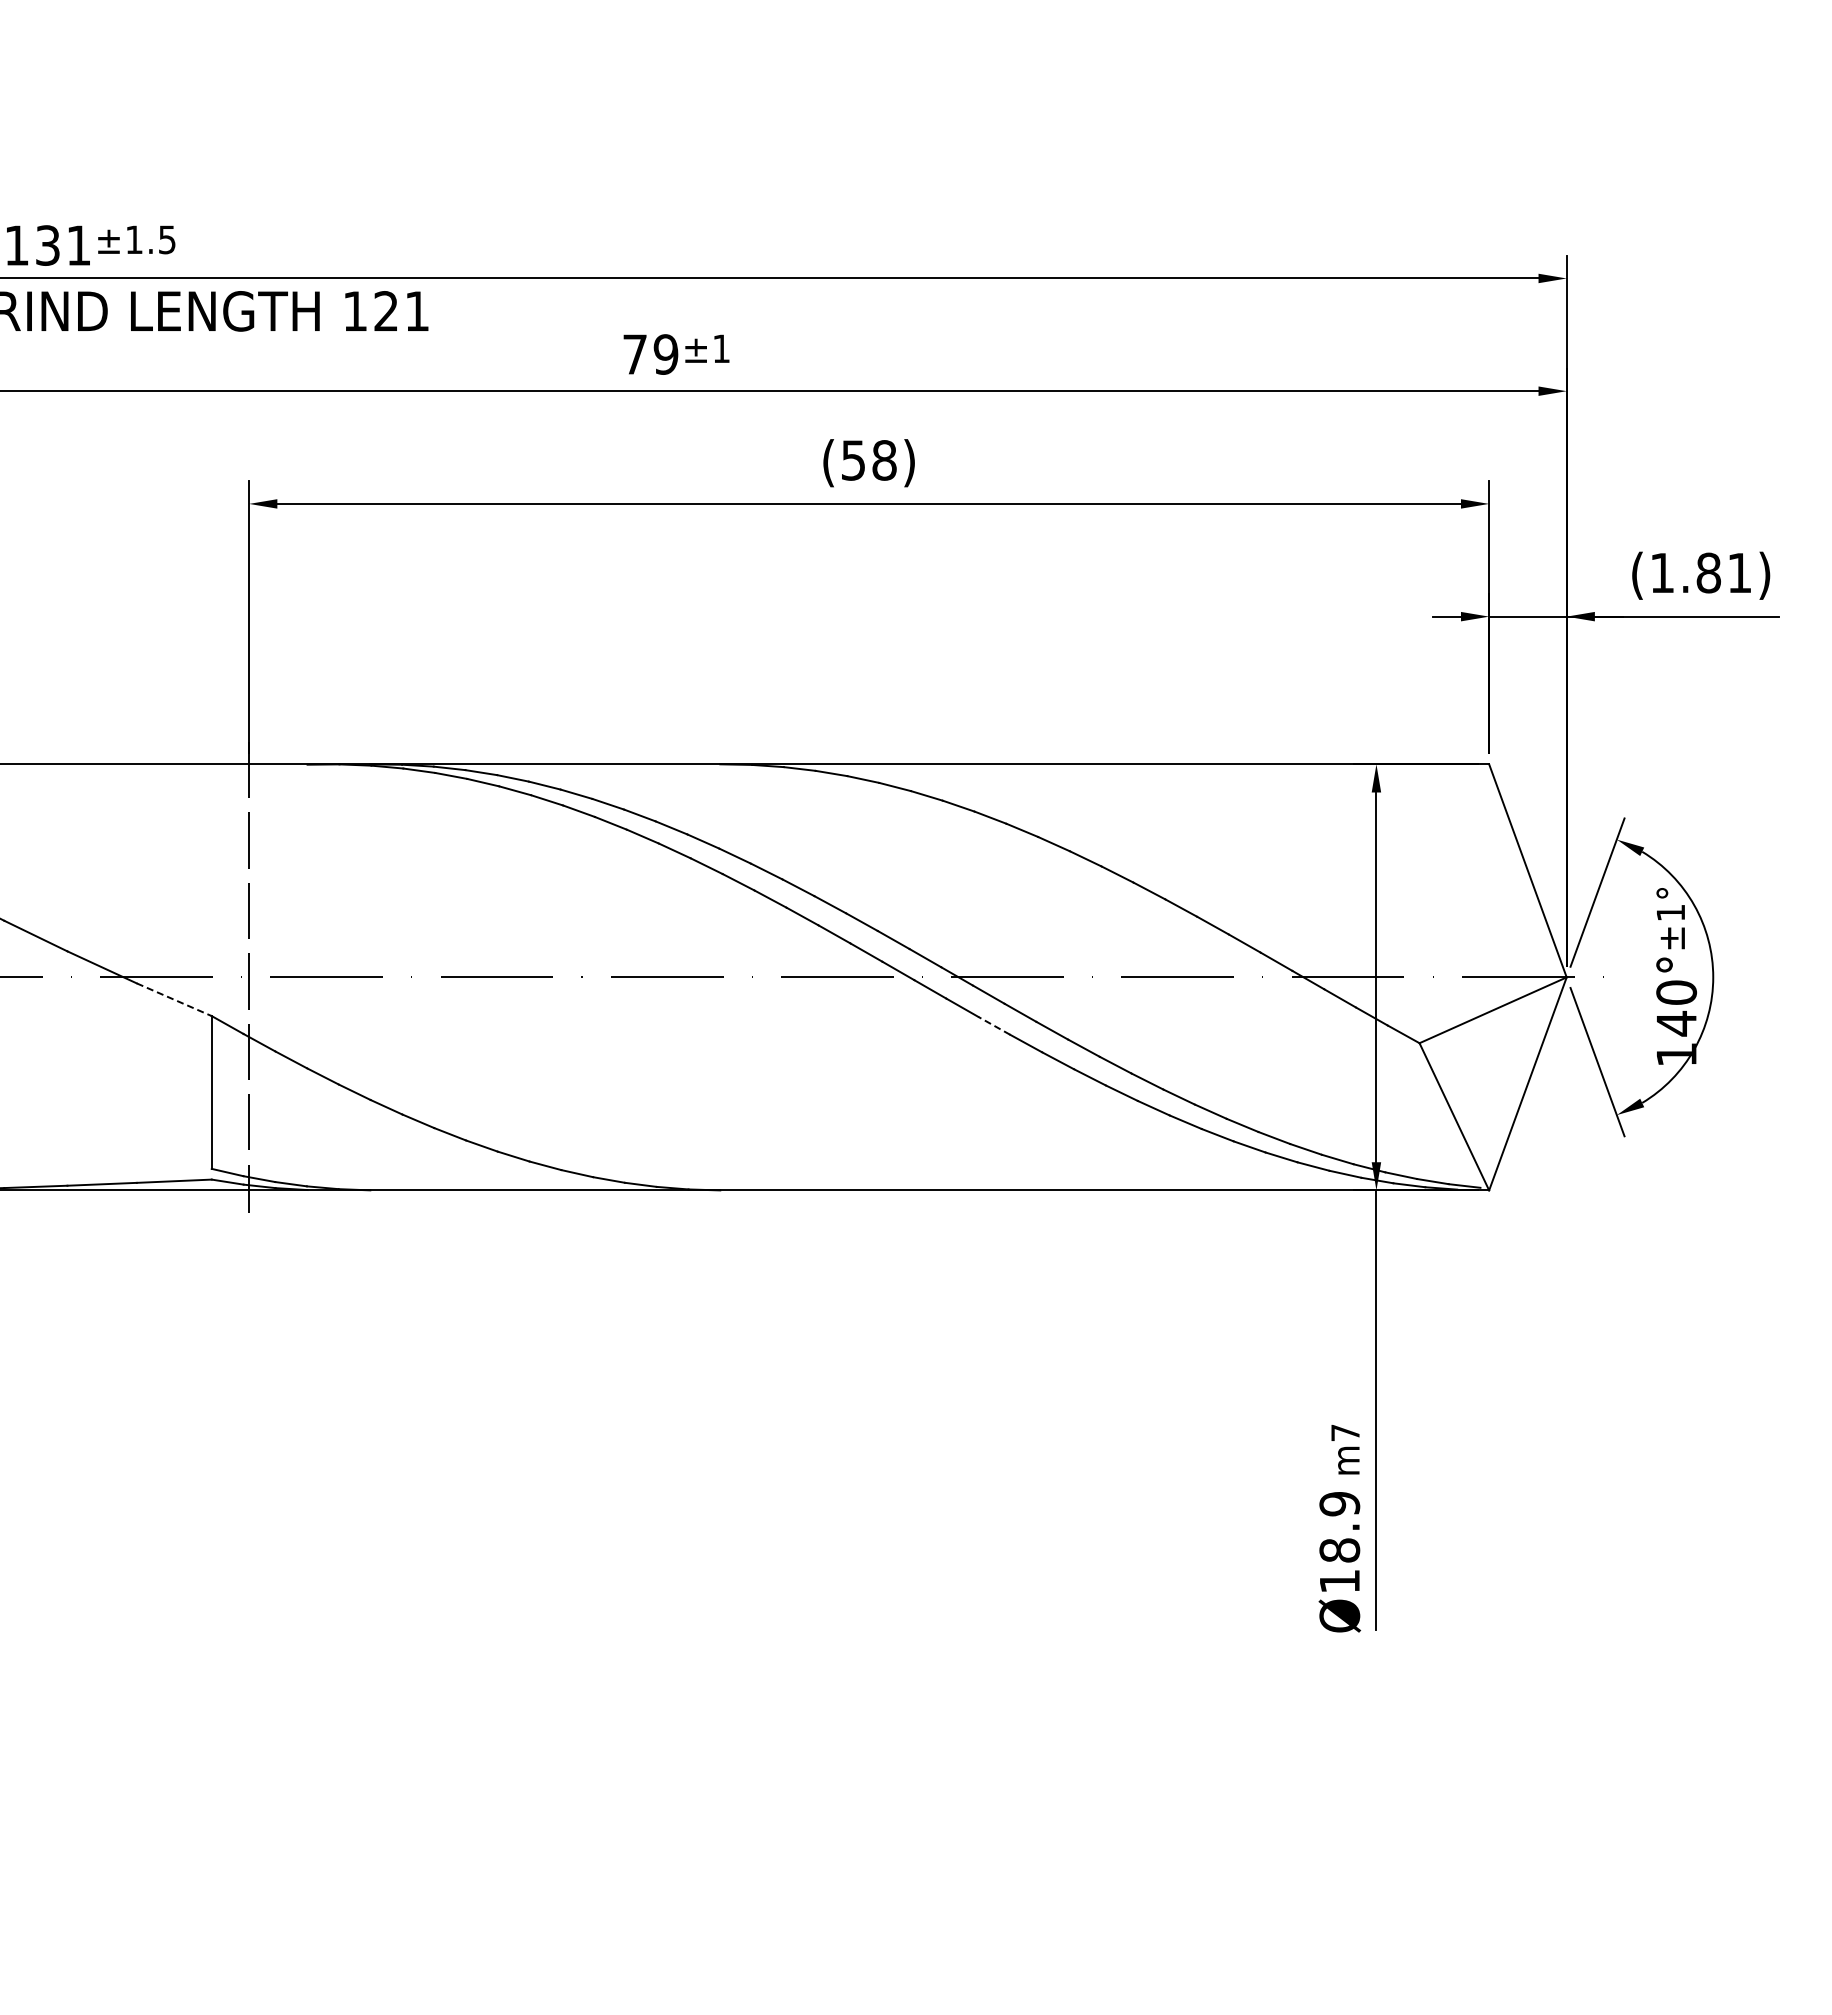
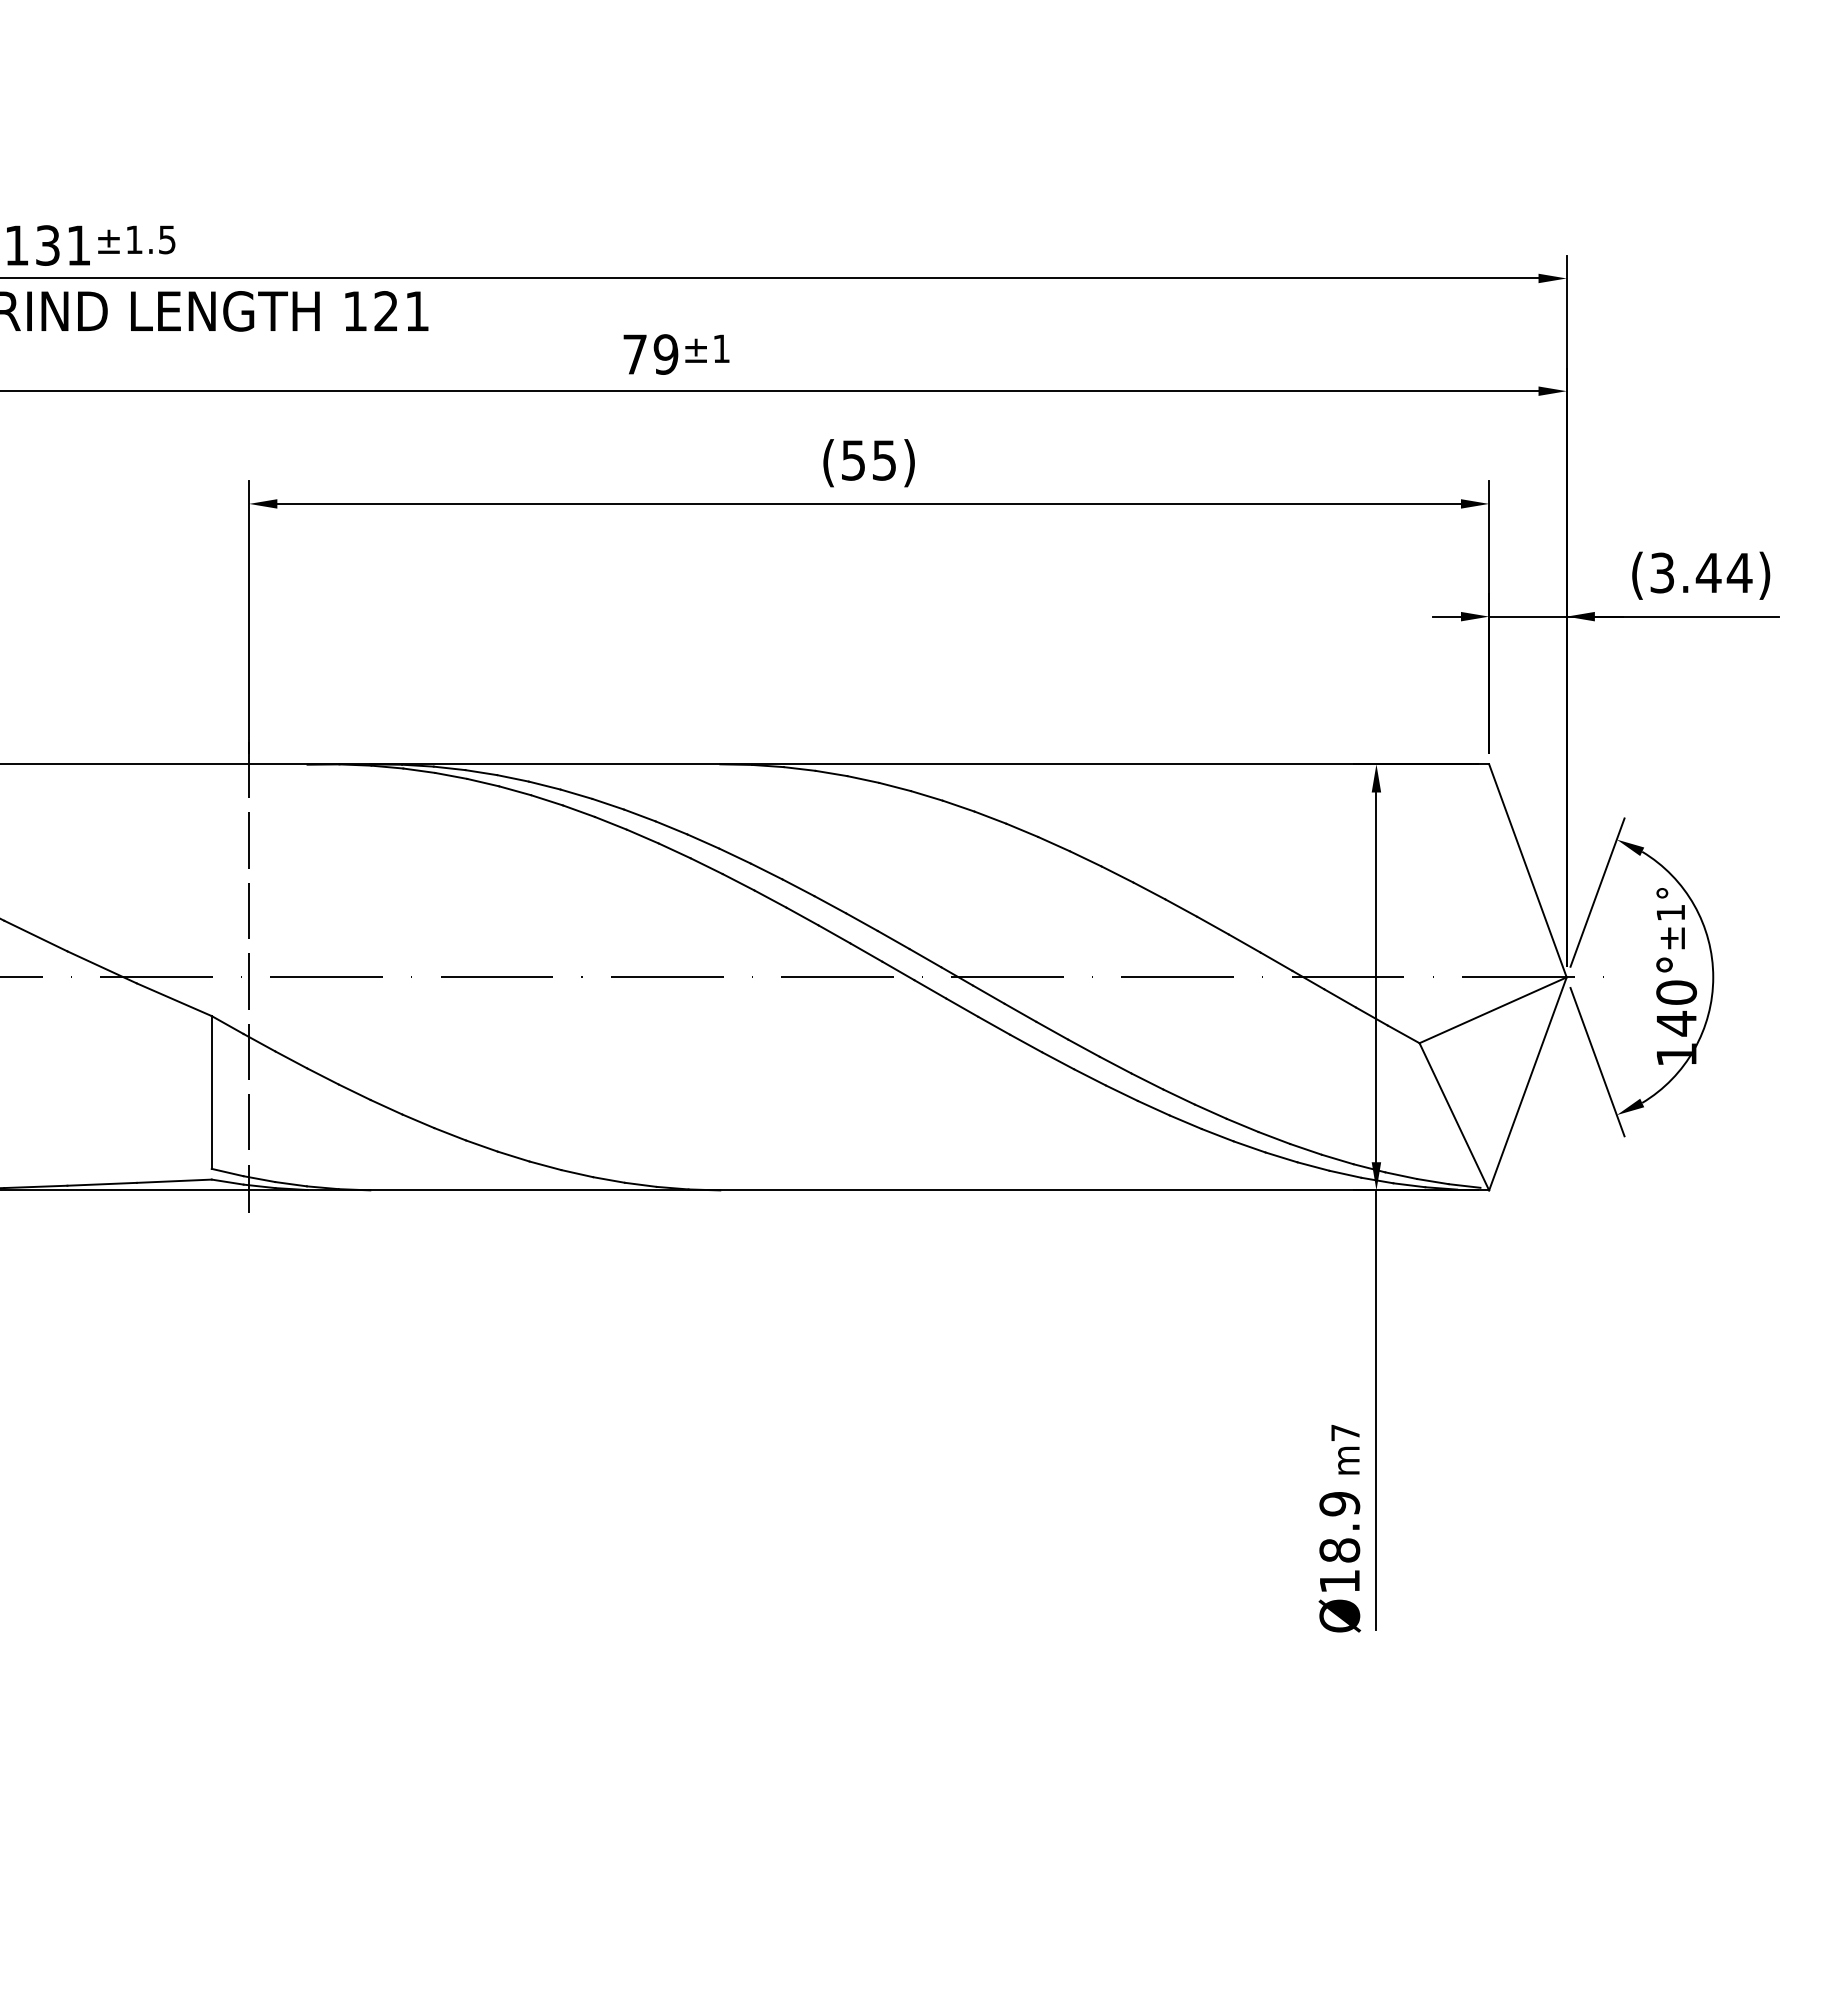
text at (884, 460): (58) -> (55)
text at (1701, 572): (1.81) -> (3.44)
line at (174, 999): dashed -> solid
line at (993, 1025): dashed -> solid
